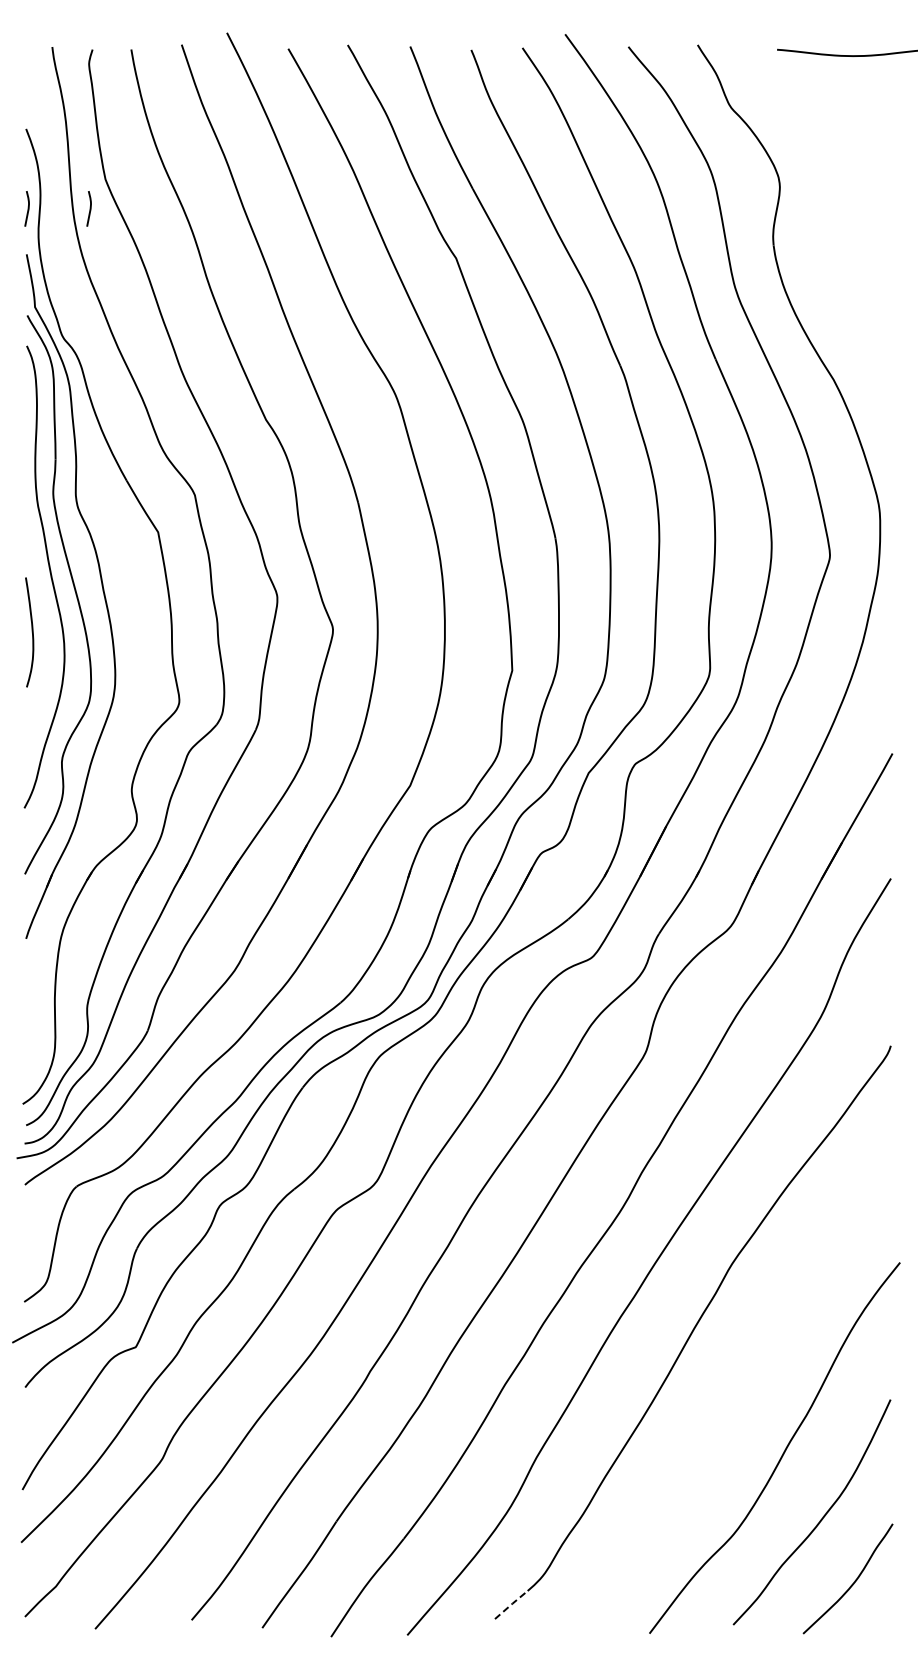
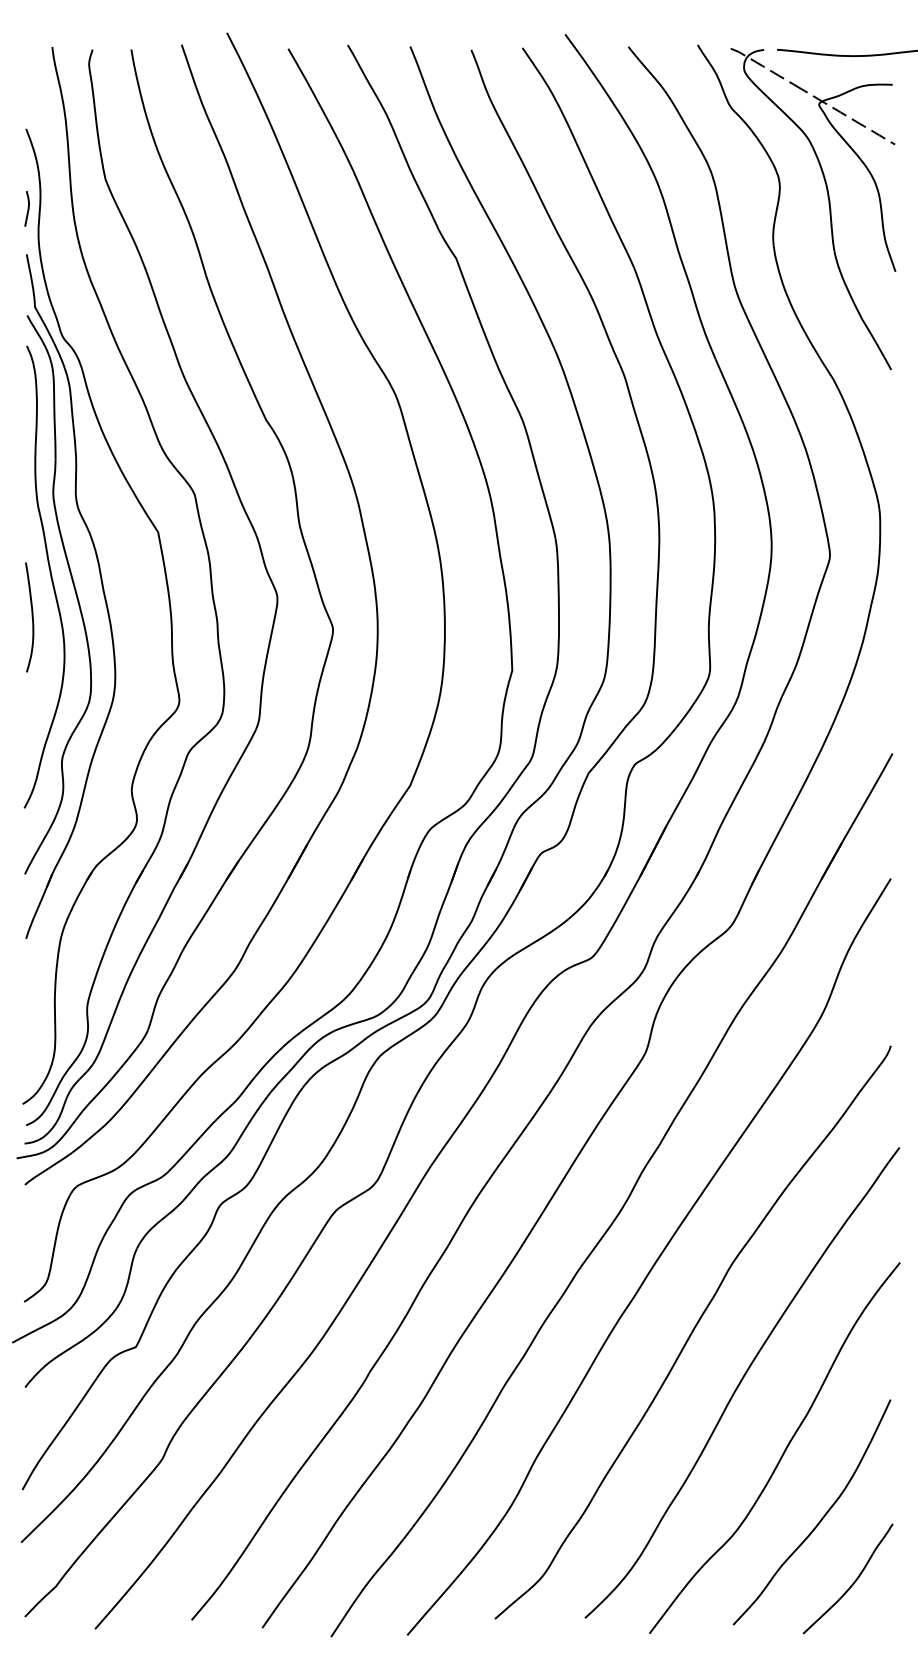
part at (828, 204): none -> present
curve at (89, 208): present -> none
curve at (31, 632) position: (31, 632) -> (31, 617)
curve at (741, 1382): none -> present
line at (511, 1604): dashed -> solid
